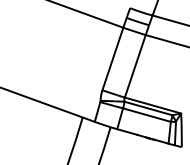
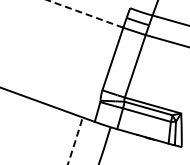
line at (84, 13): solid -> dashed
arc at (75, 140): solid -> dashed
